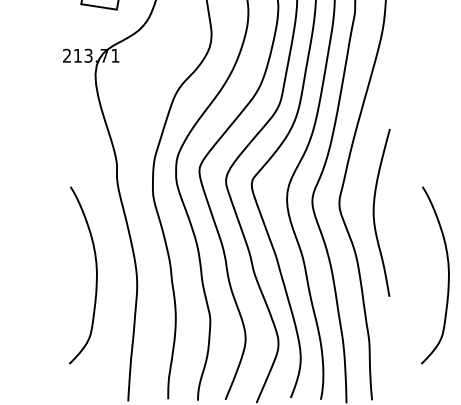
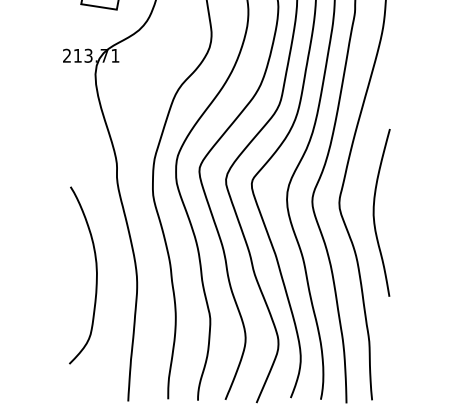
curve at (448, 275): present -> none
